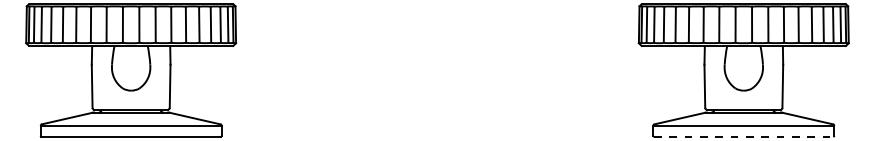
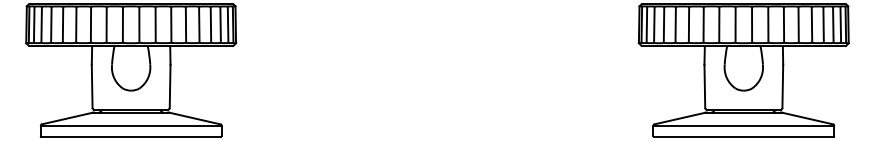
line at (743, 136): dashed -> solid
